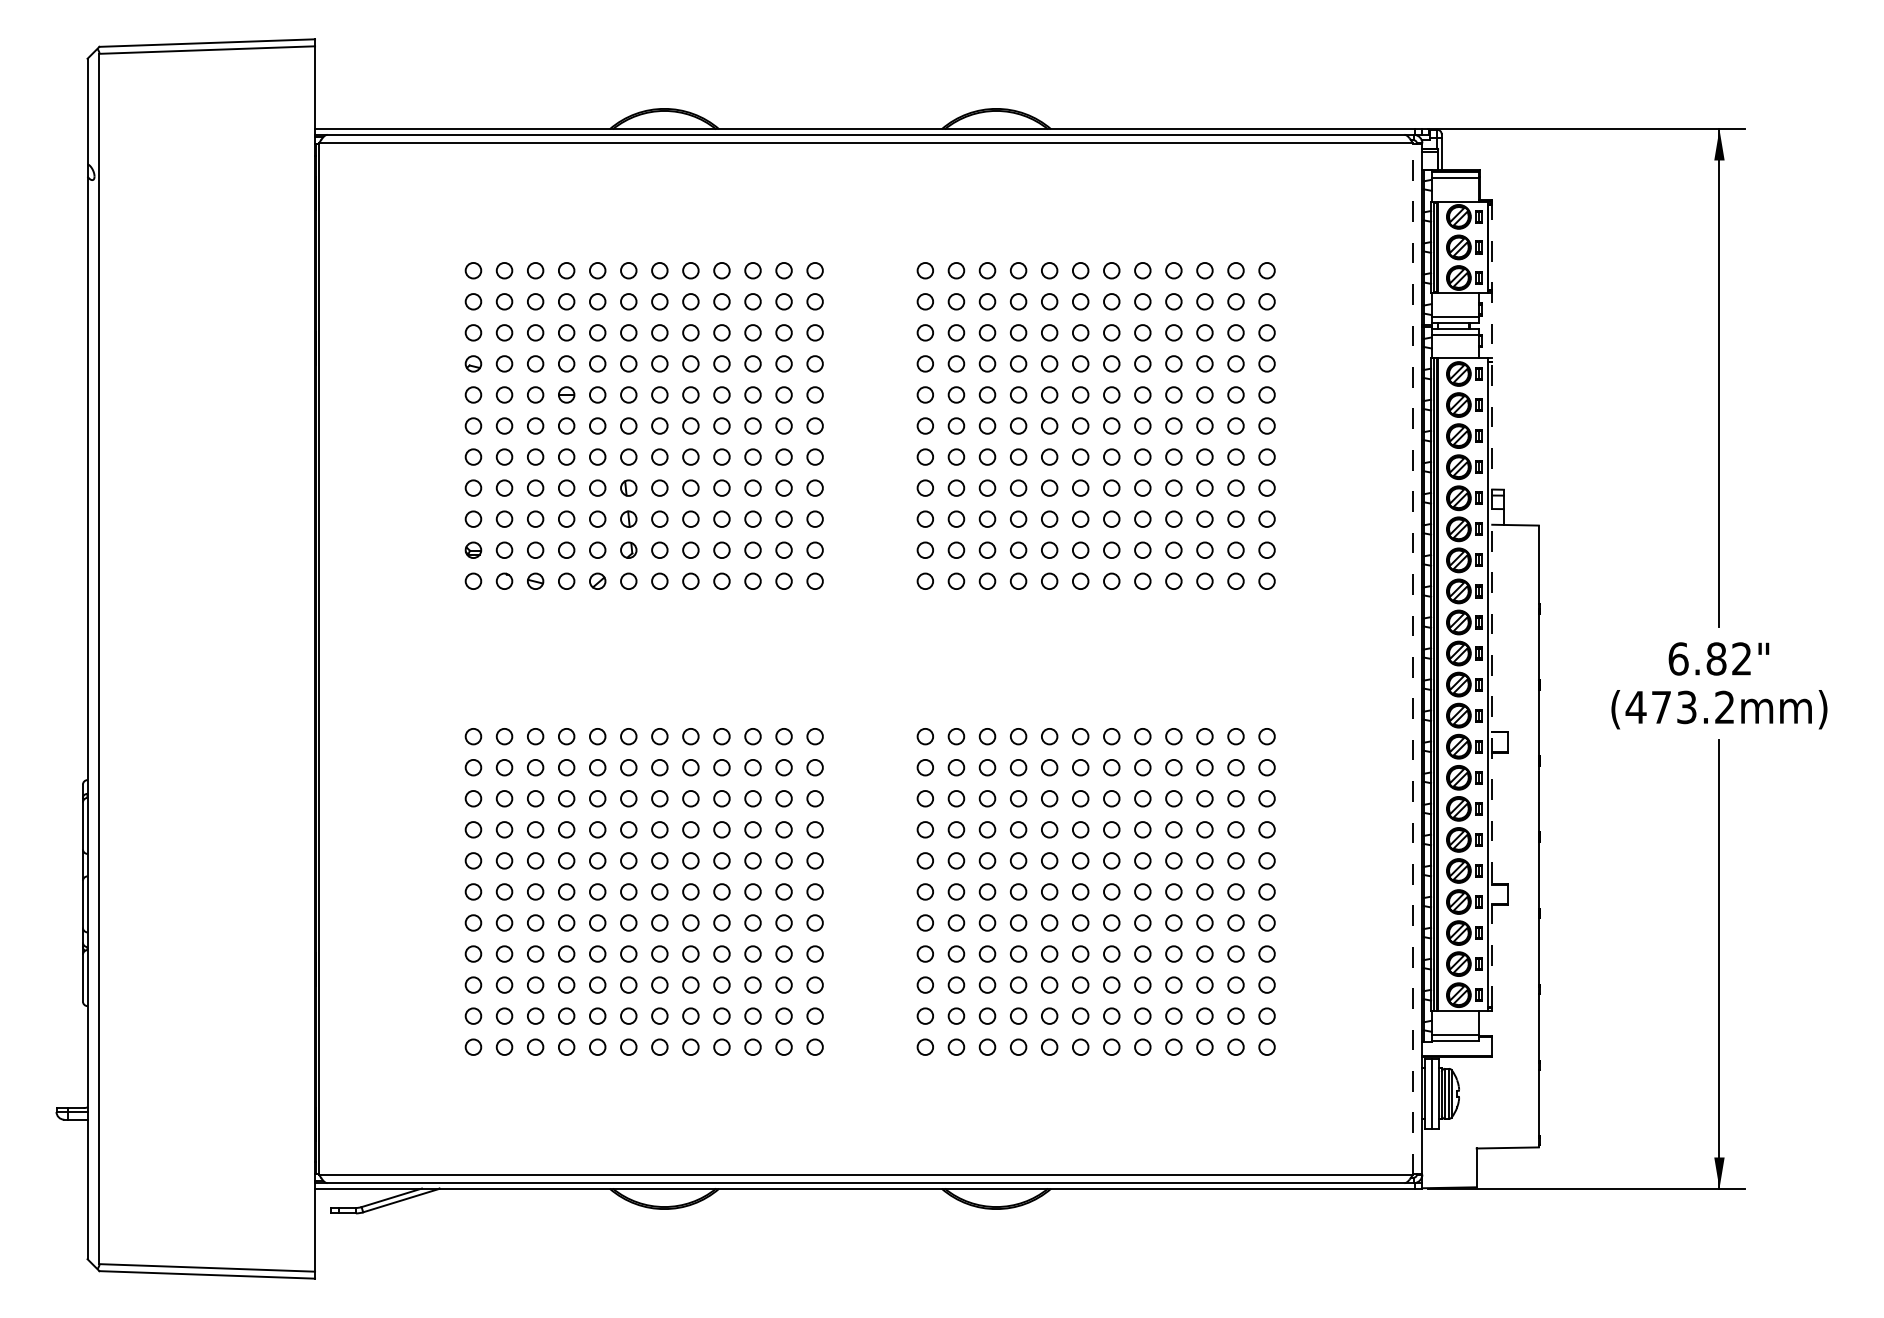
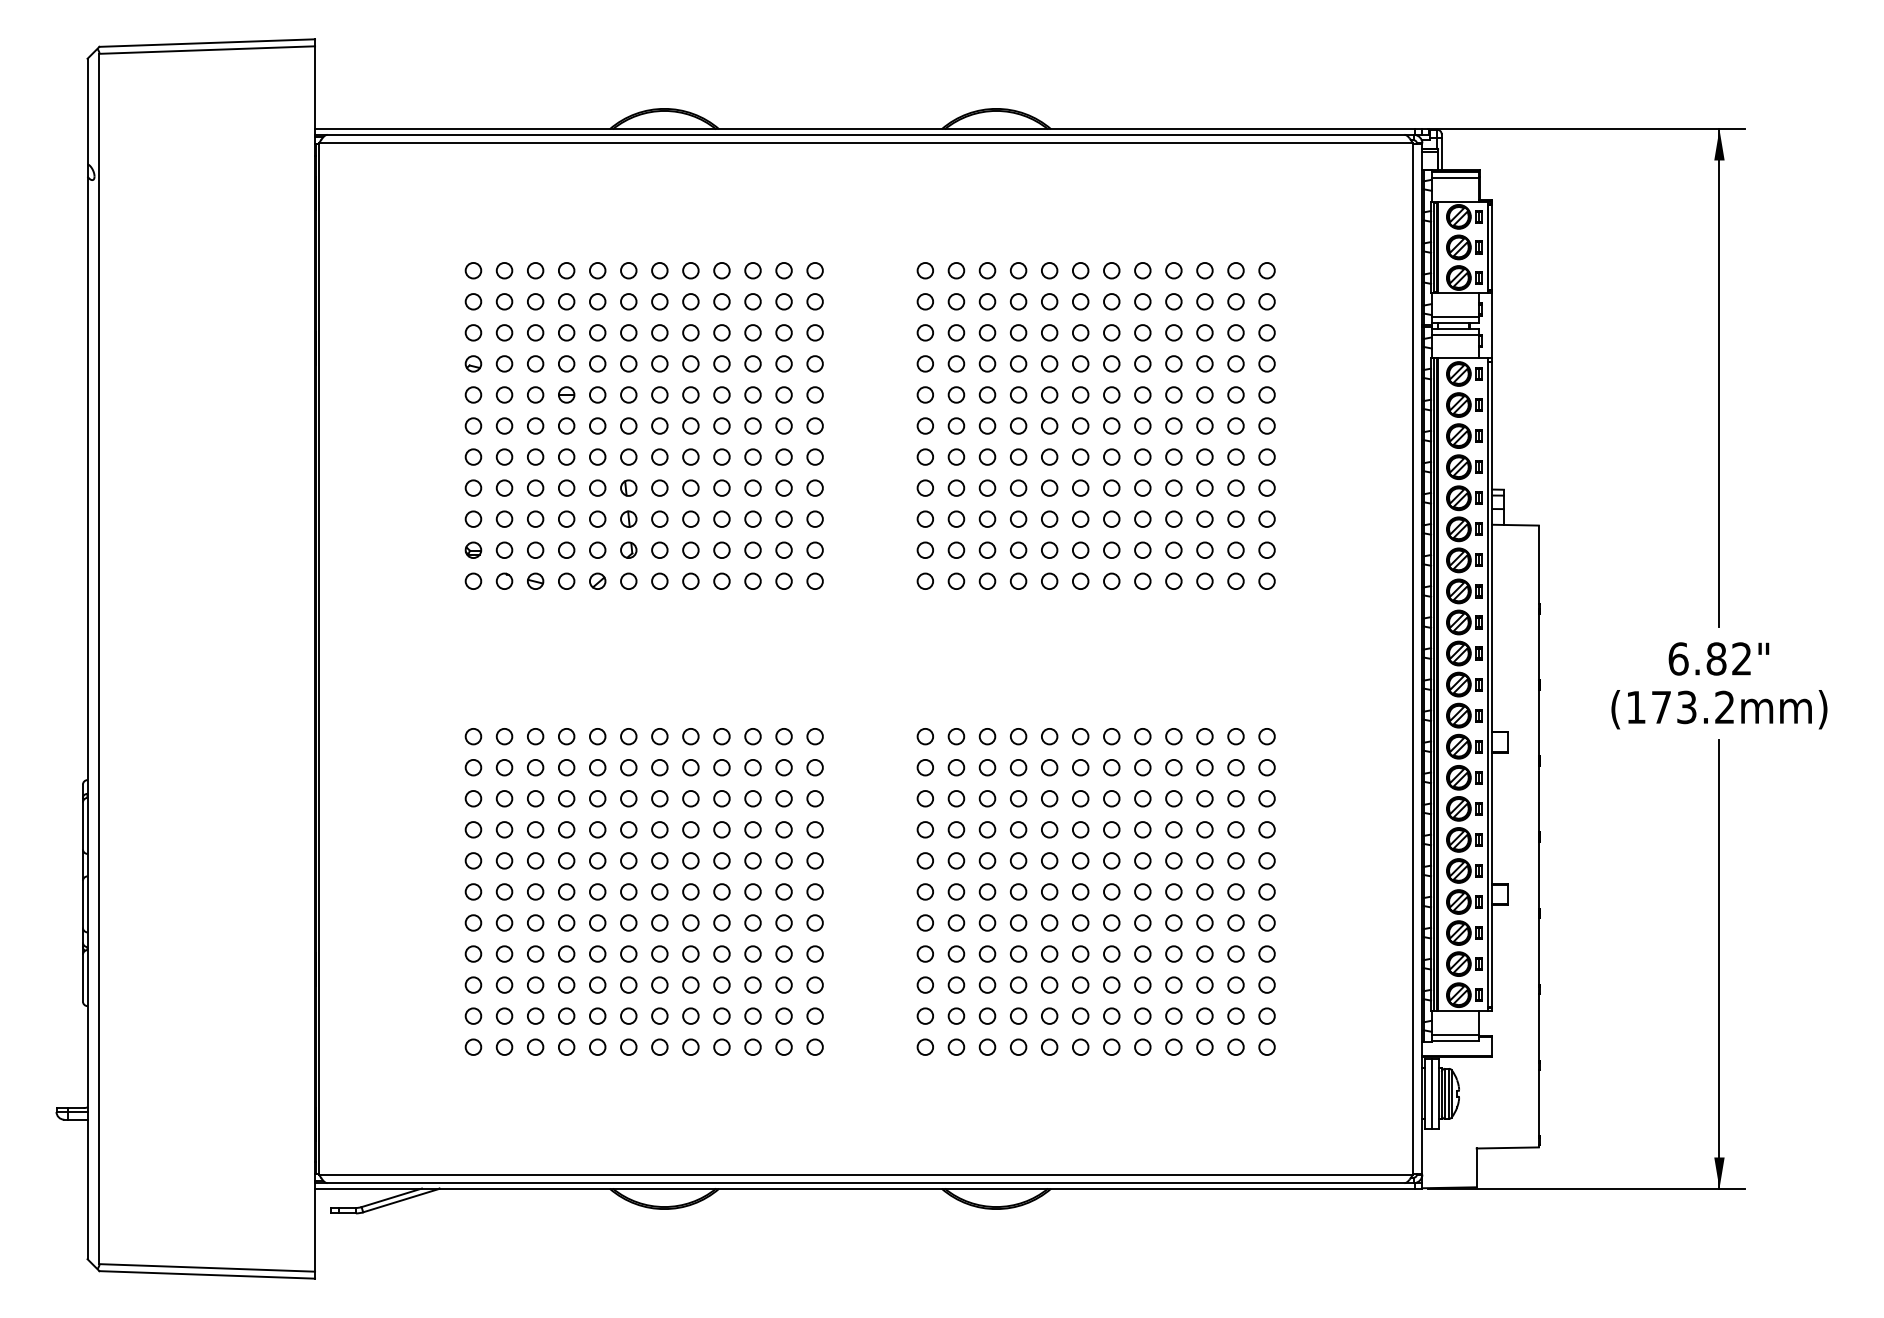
line at (1492, 605): dashed -> solid
line at (1413, 658): dashed -> solid
text at (1635, 707): (473.2mm) -> (173.2mm)
